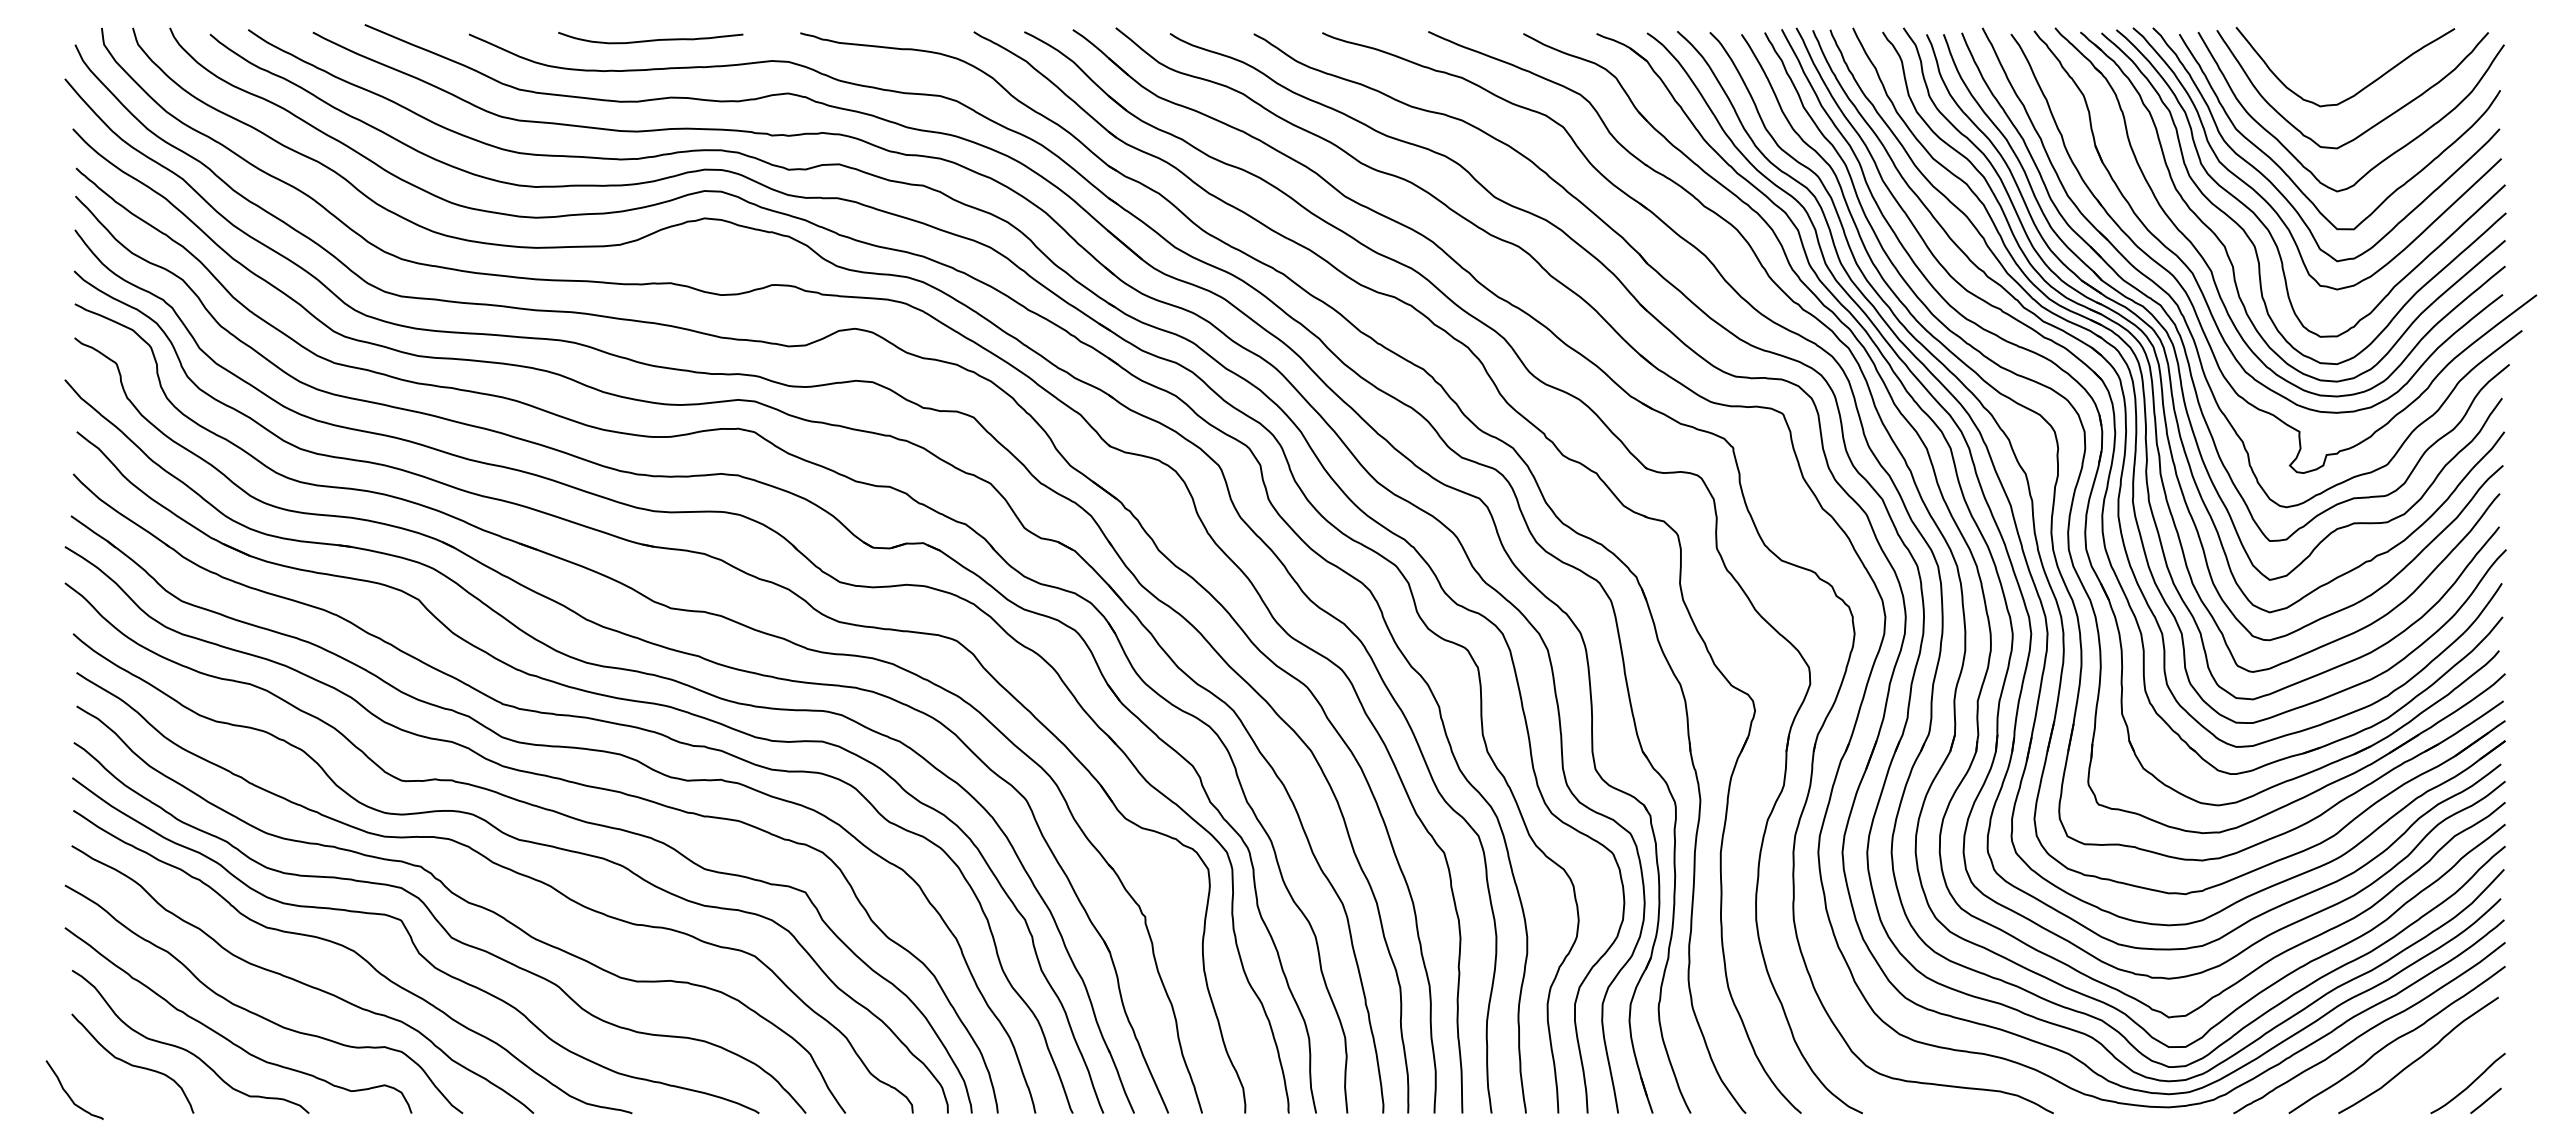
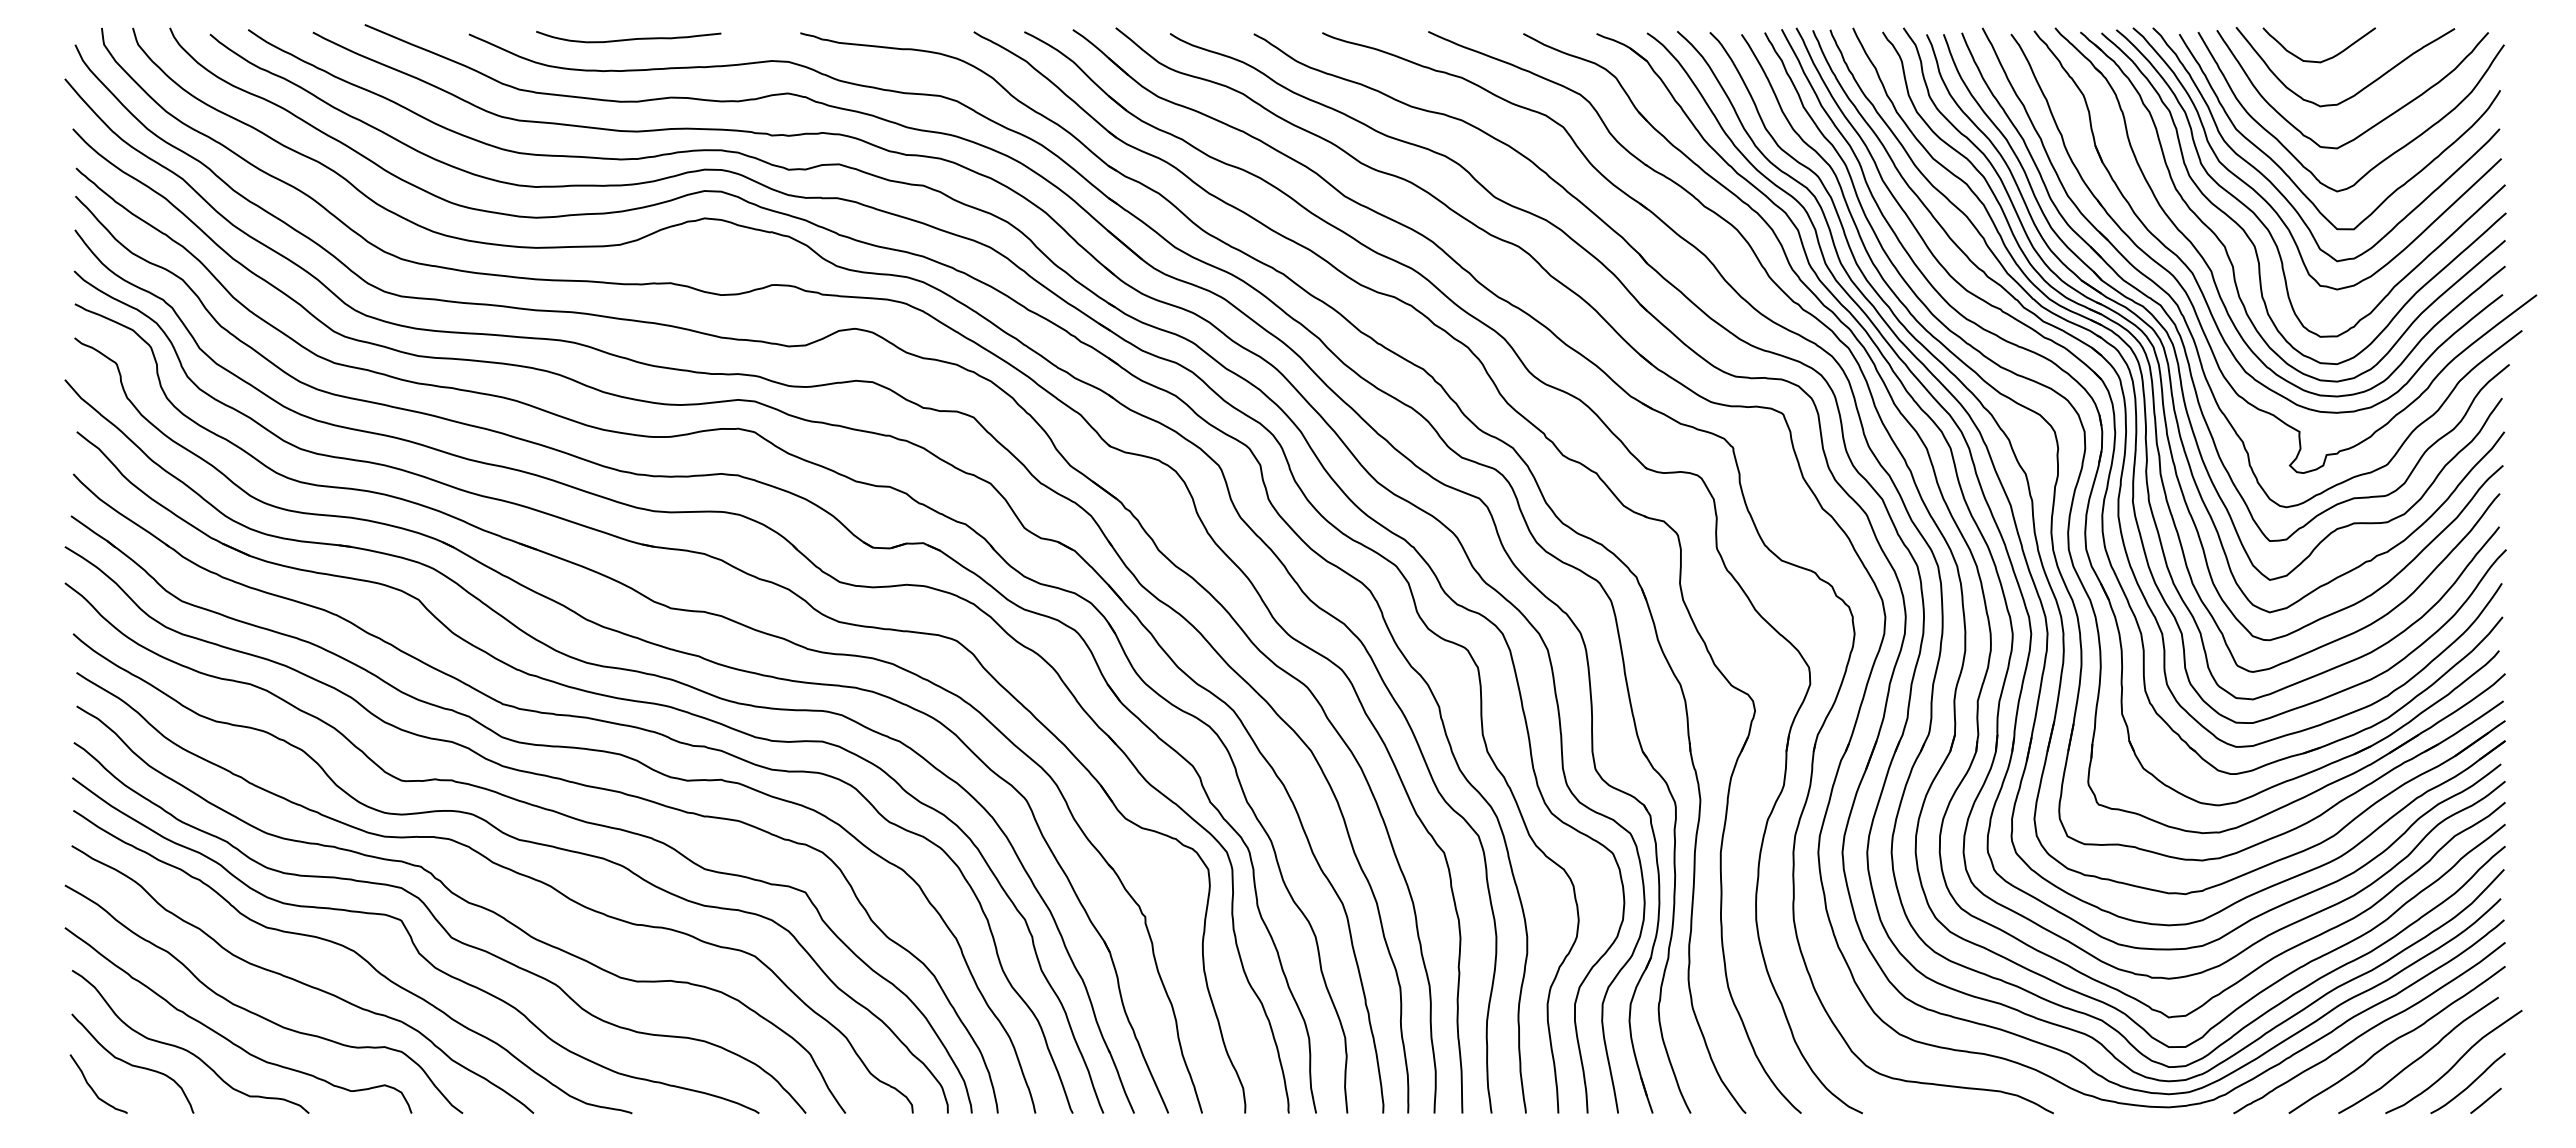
curve at (650, 39) position: (650, 39) -> (628, 38)
curve at (2324, 59): none -> present
curve at (2455, 1062): none -> present
curve at (68, 1093) position: (68, 1093) -> (92, 1087)
